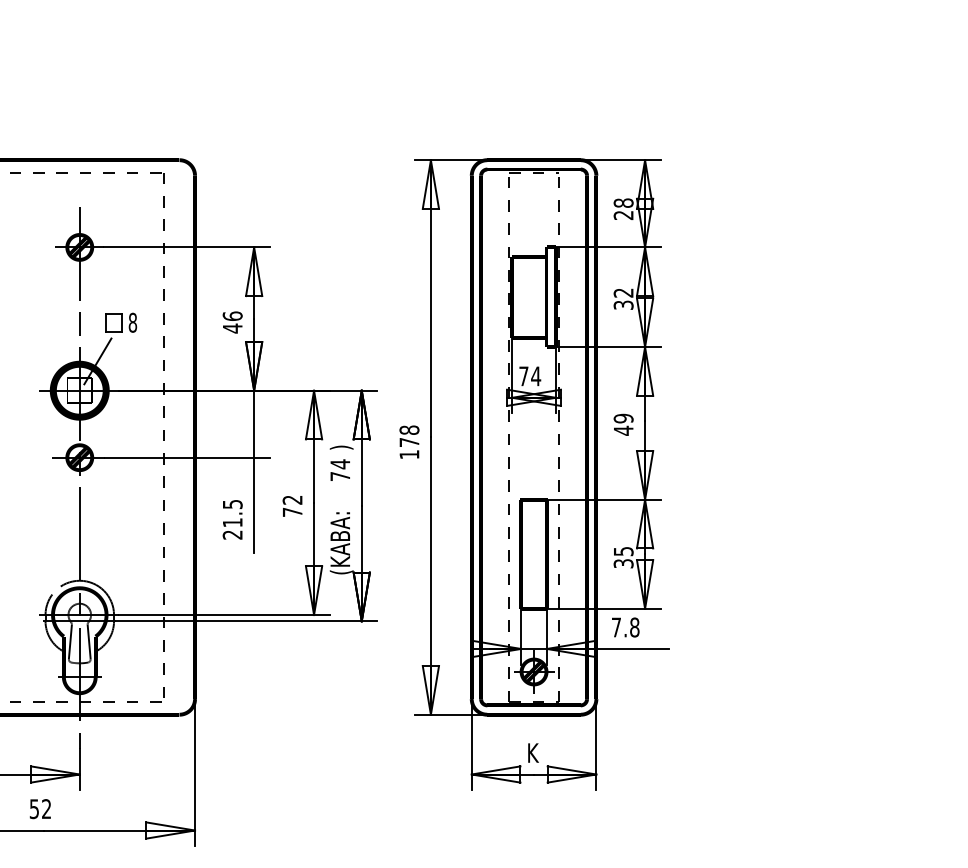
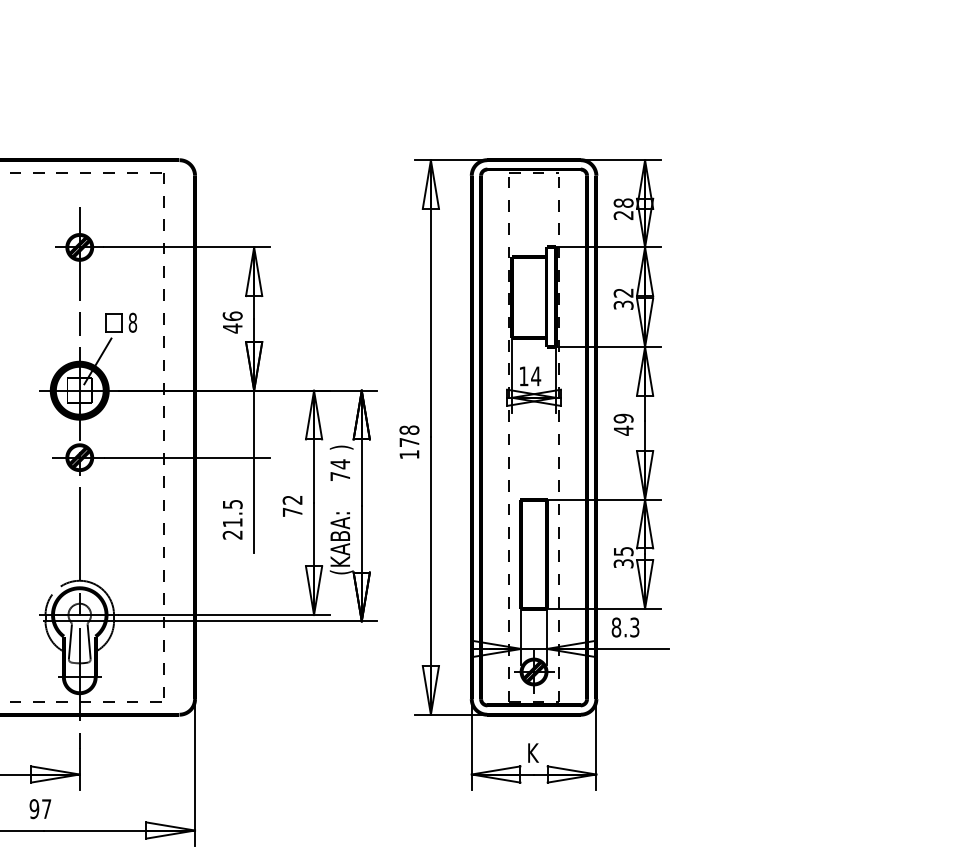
text at (523, 376): 74 -> 14
text at (625, 627): 7.8 -> 8.3
text at (40, 808): 52 -> 97
